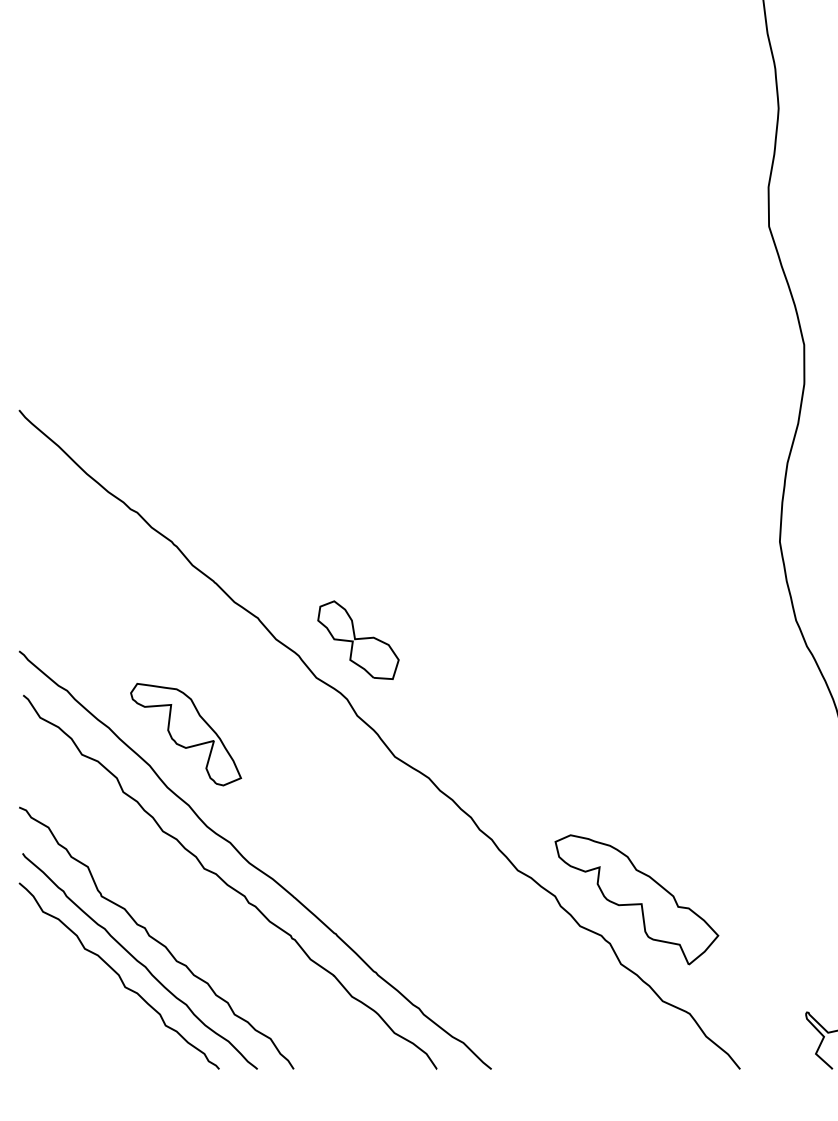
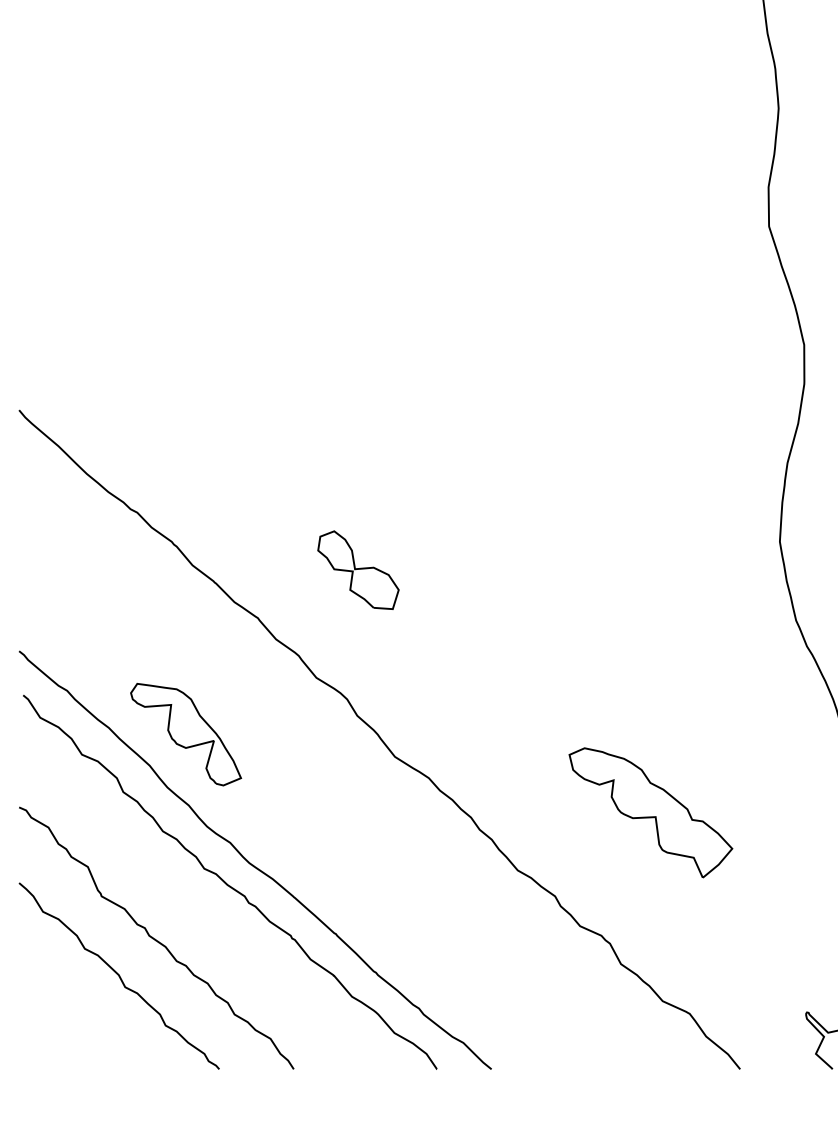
part at (358, 639) position: (358, 639) -> (358, 569)
part at (636, 899) position: (636, 899) -> (650, 812)
curve at (139, 961): present -> none
